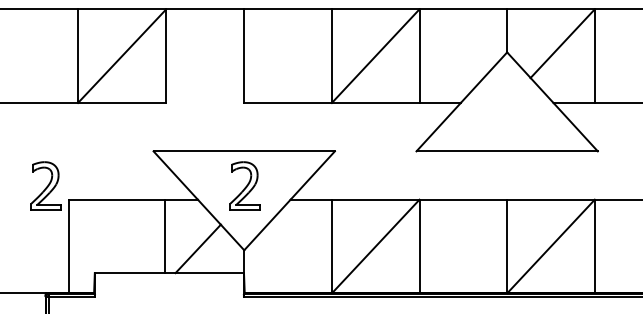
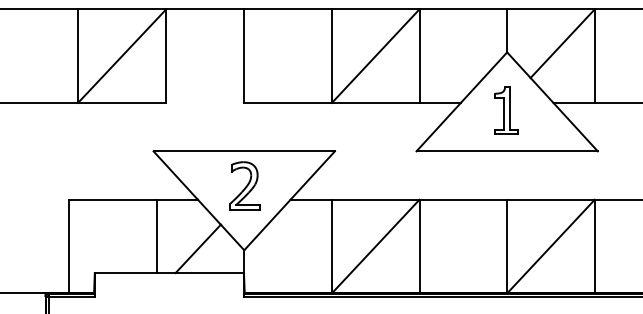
part at (506, 110): none -> present
part at (45, 185): present -> none
line at (164, 236) position: (164, 236) -> (156, 236)
